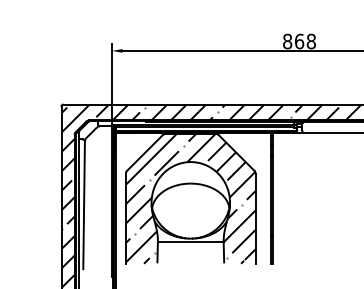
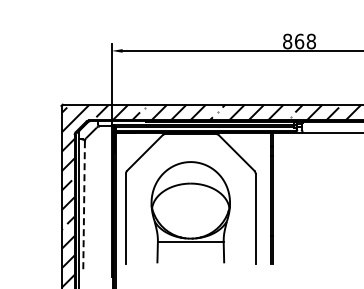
hatch at (190, 198): present -> none
line at (84, 205): solid -> dashed
